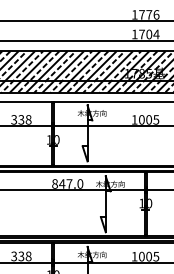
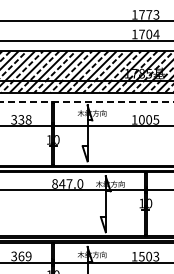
text at (156, 14): 1776 -> 1773
line at (86, 102): solid -> dashed
text at (24, 256): 338 -> 369
text at (148, 256): 1005 -> 1503
